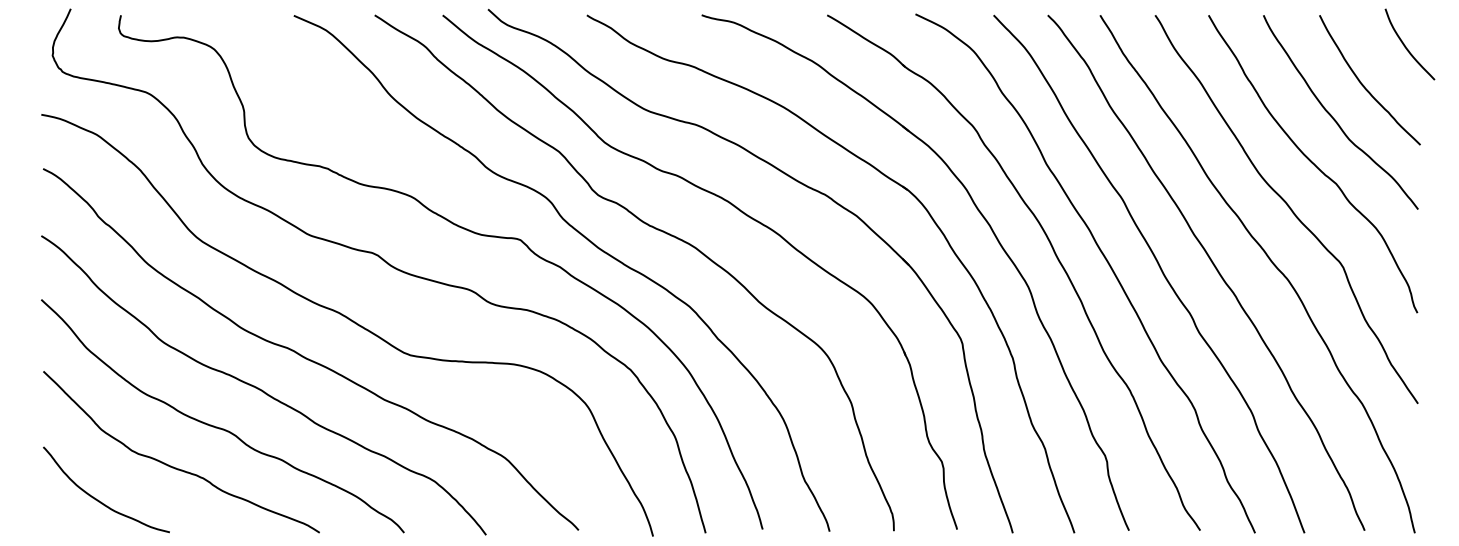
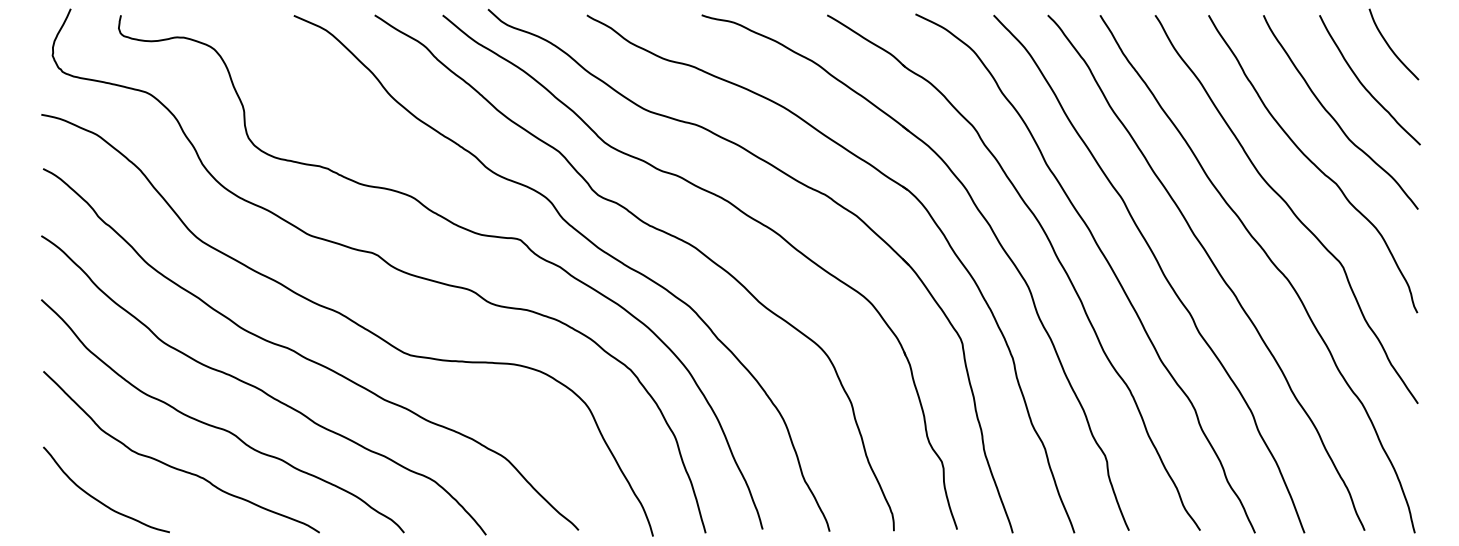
curve at (1406, 46) position: (1406, 46) -> (1390, 46)
